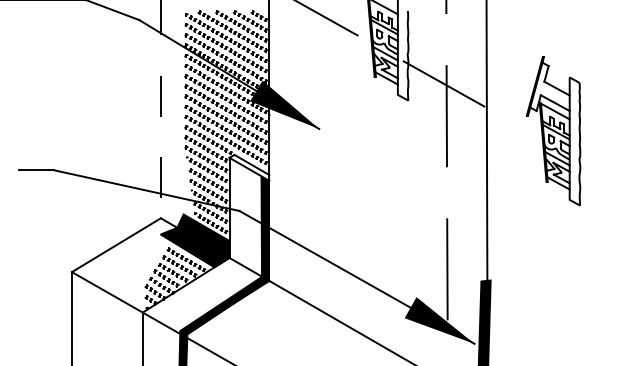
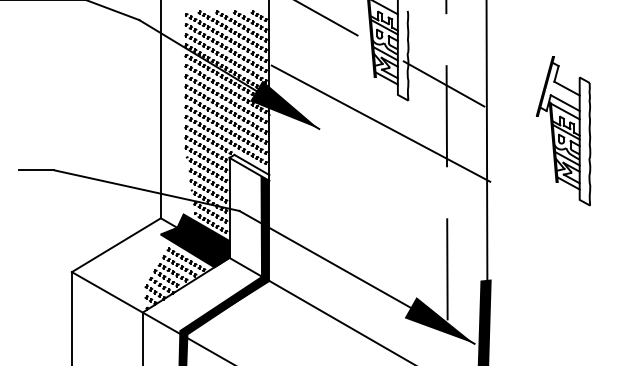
line at (160, 109): dashed -> solid
line at (380, 123): none -> present
part at (553, 131) position: (553, 131) -> (563, 131)
